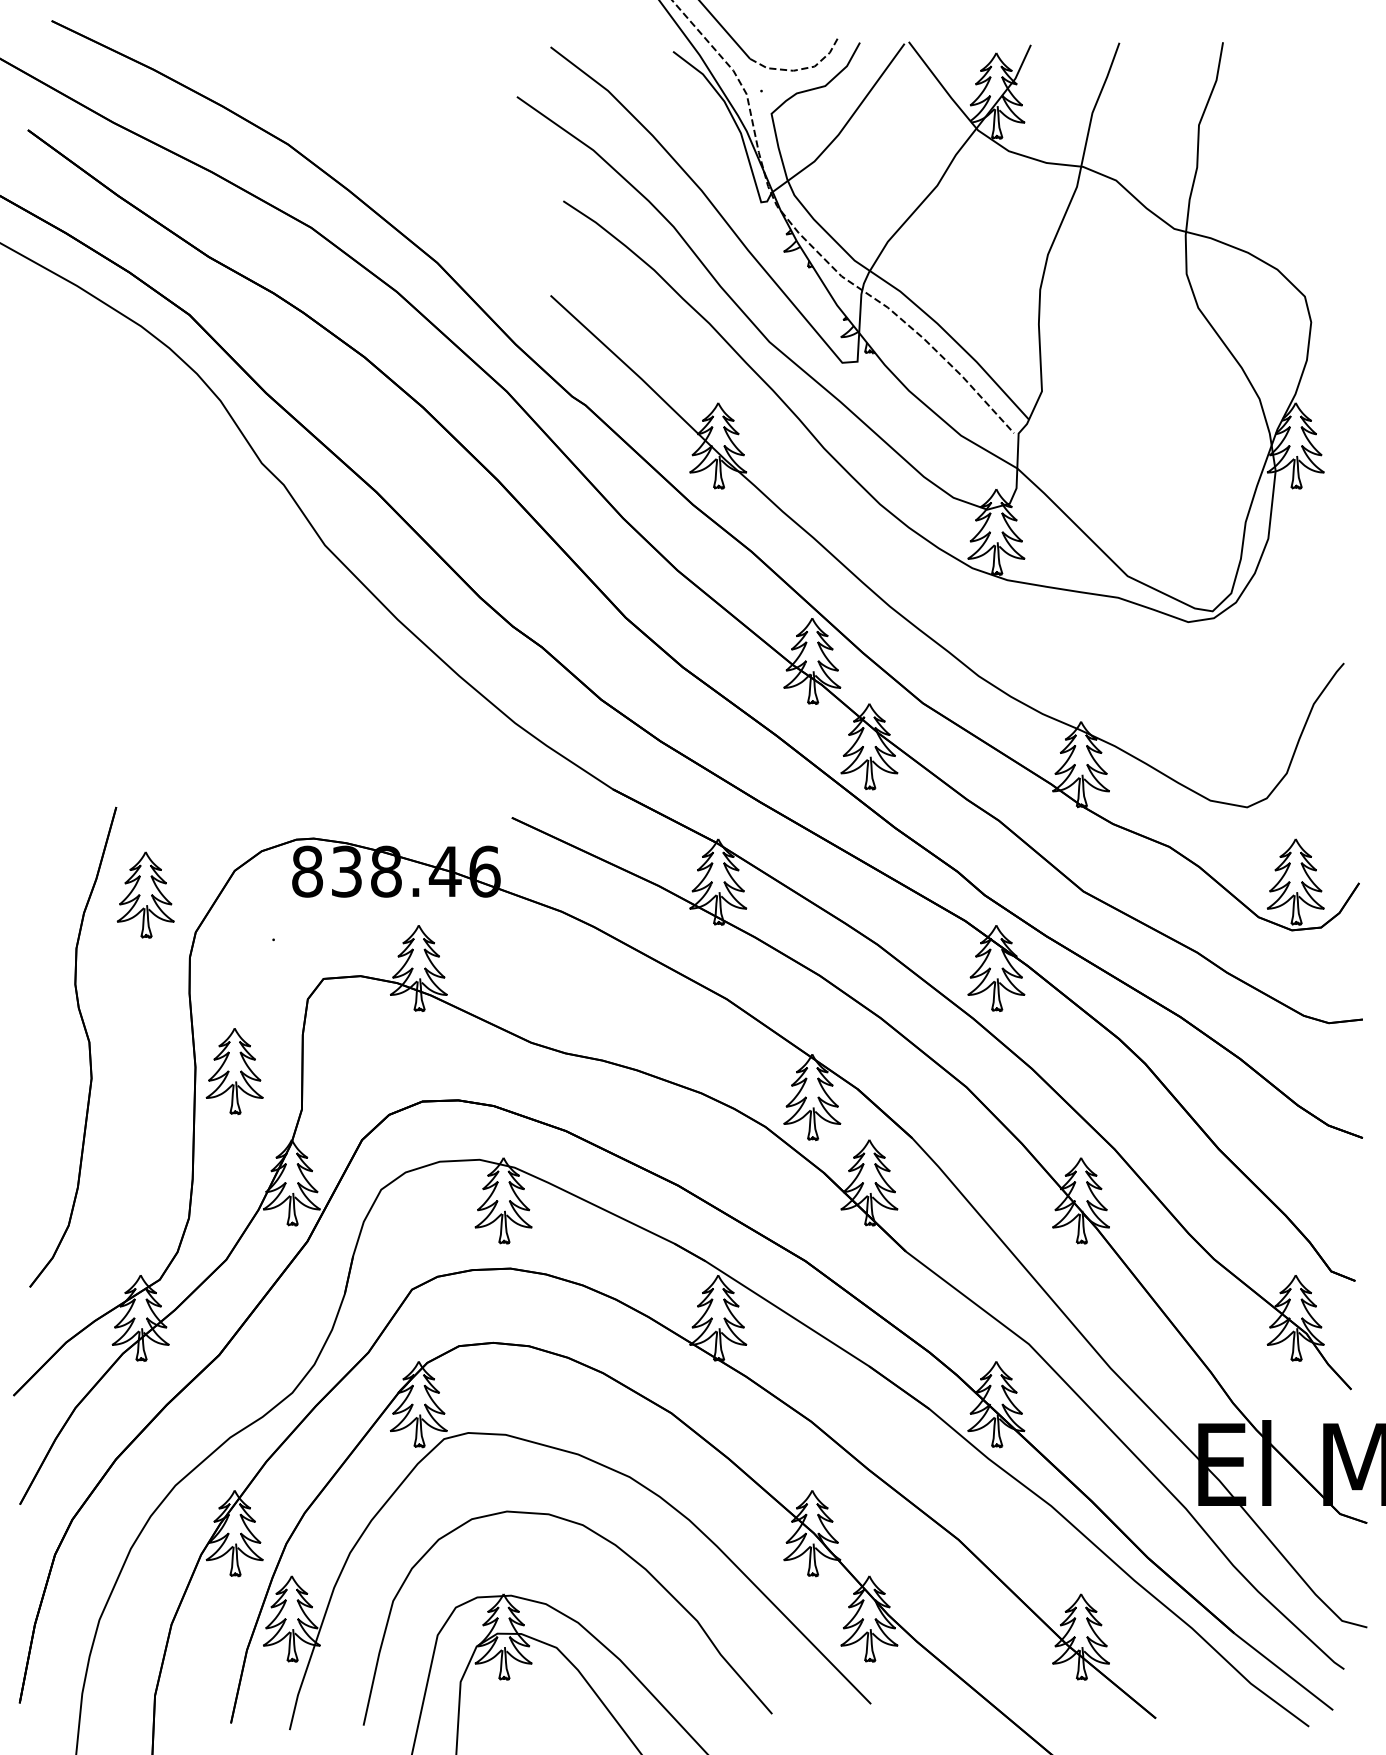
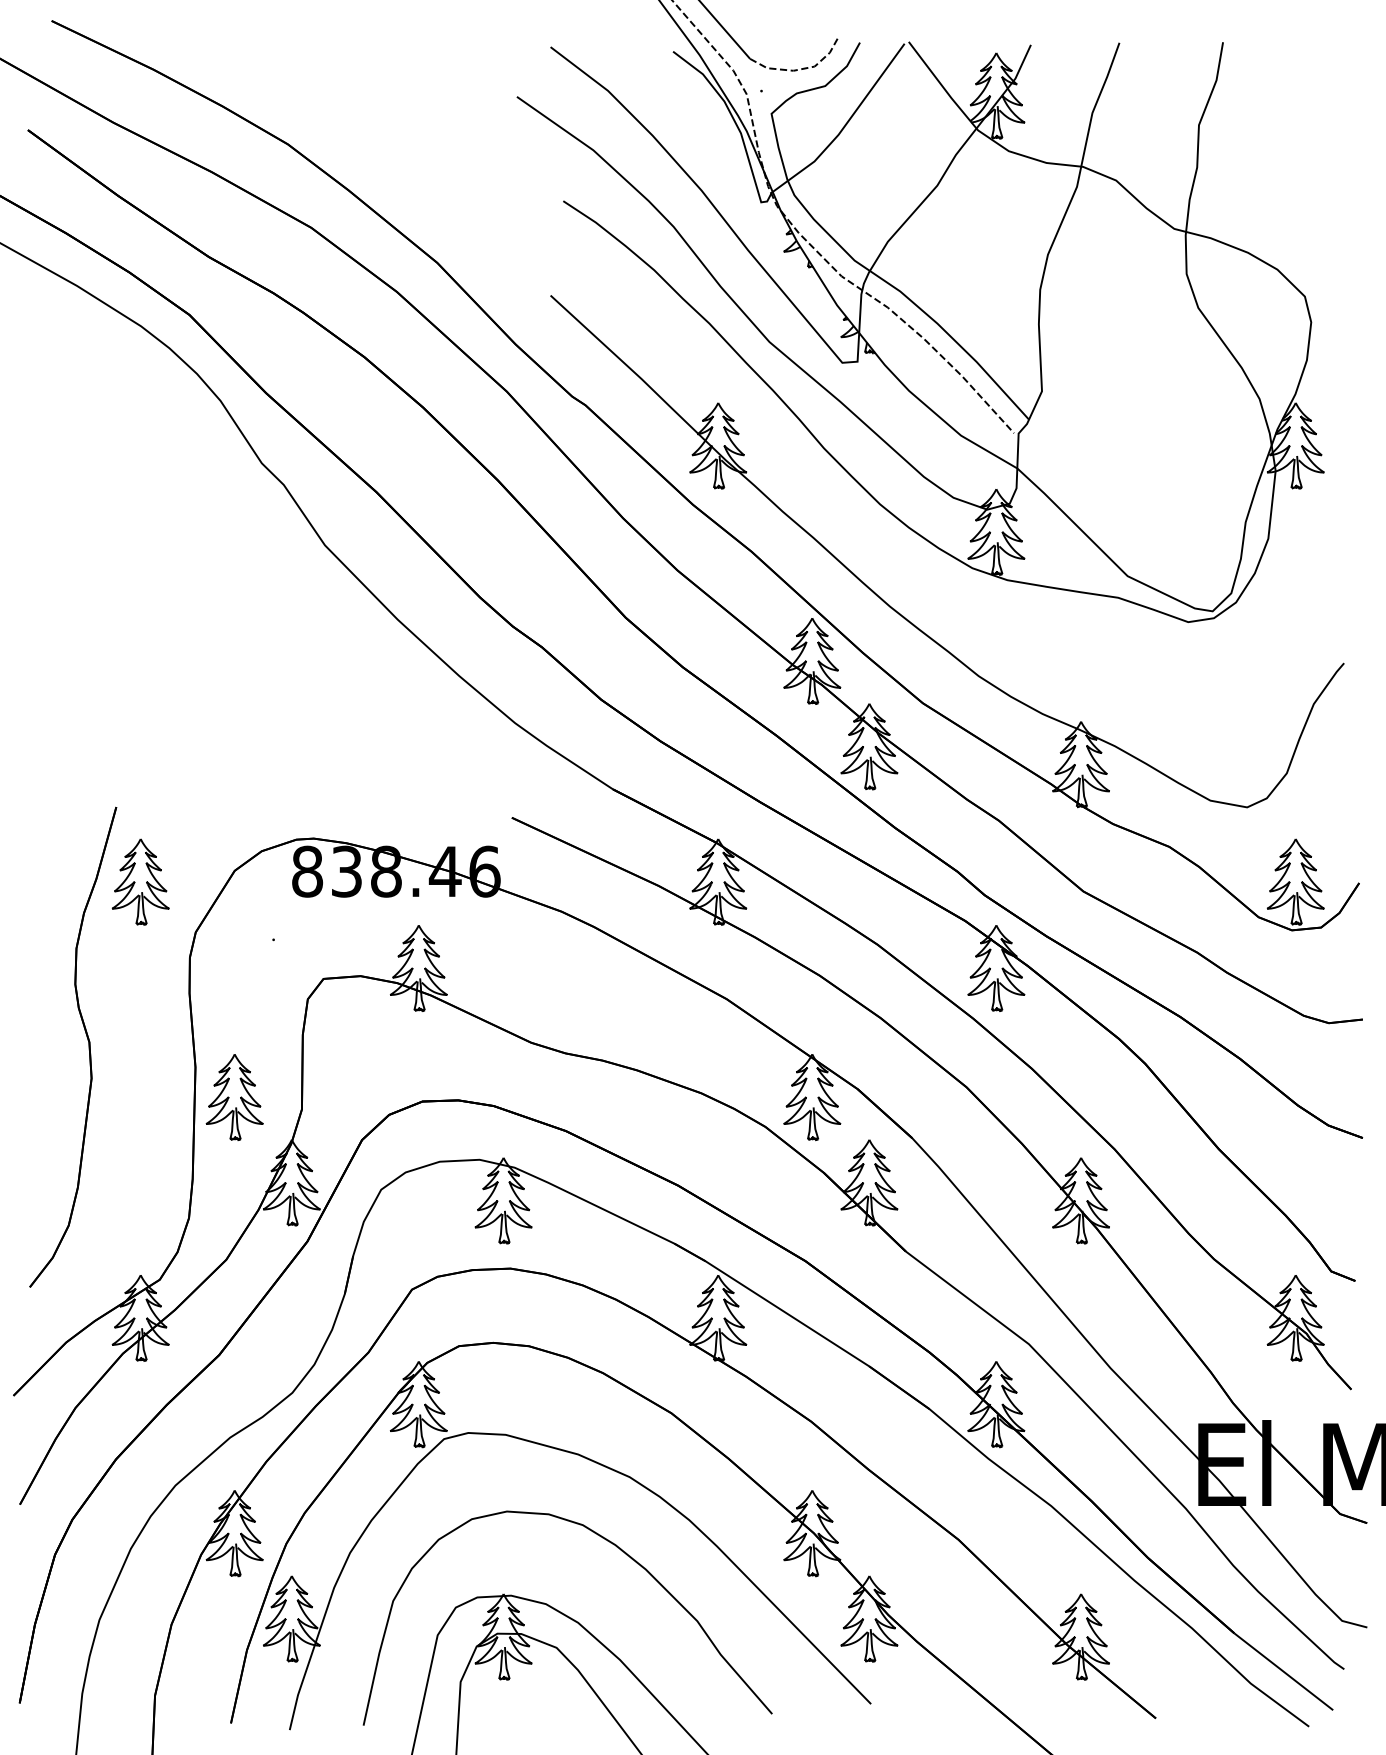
part at (145, 894) position: (145, 894) -> (140, 881)
part at (234, 1071) position: (234, 1071) -> (234, 1097)
